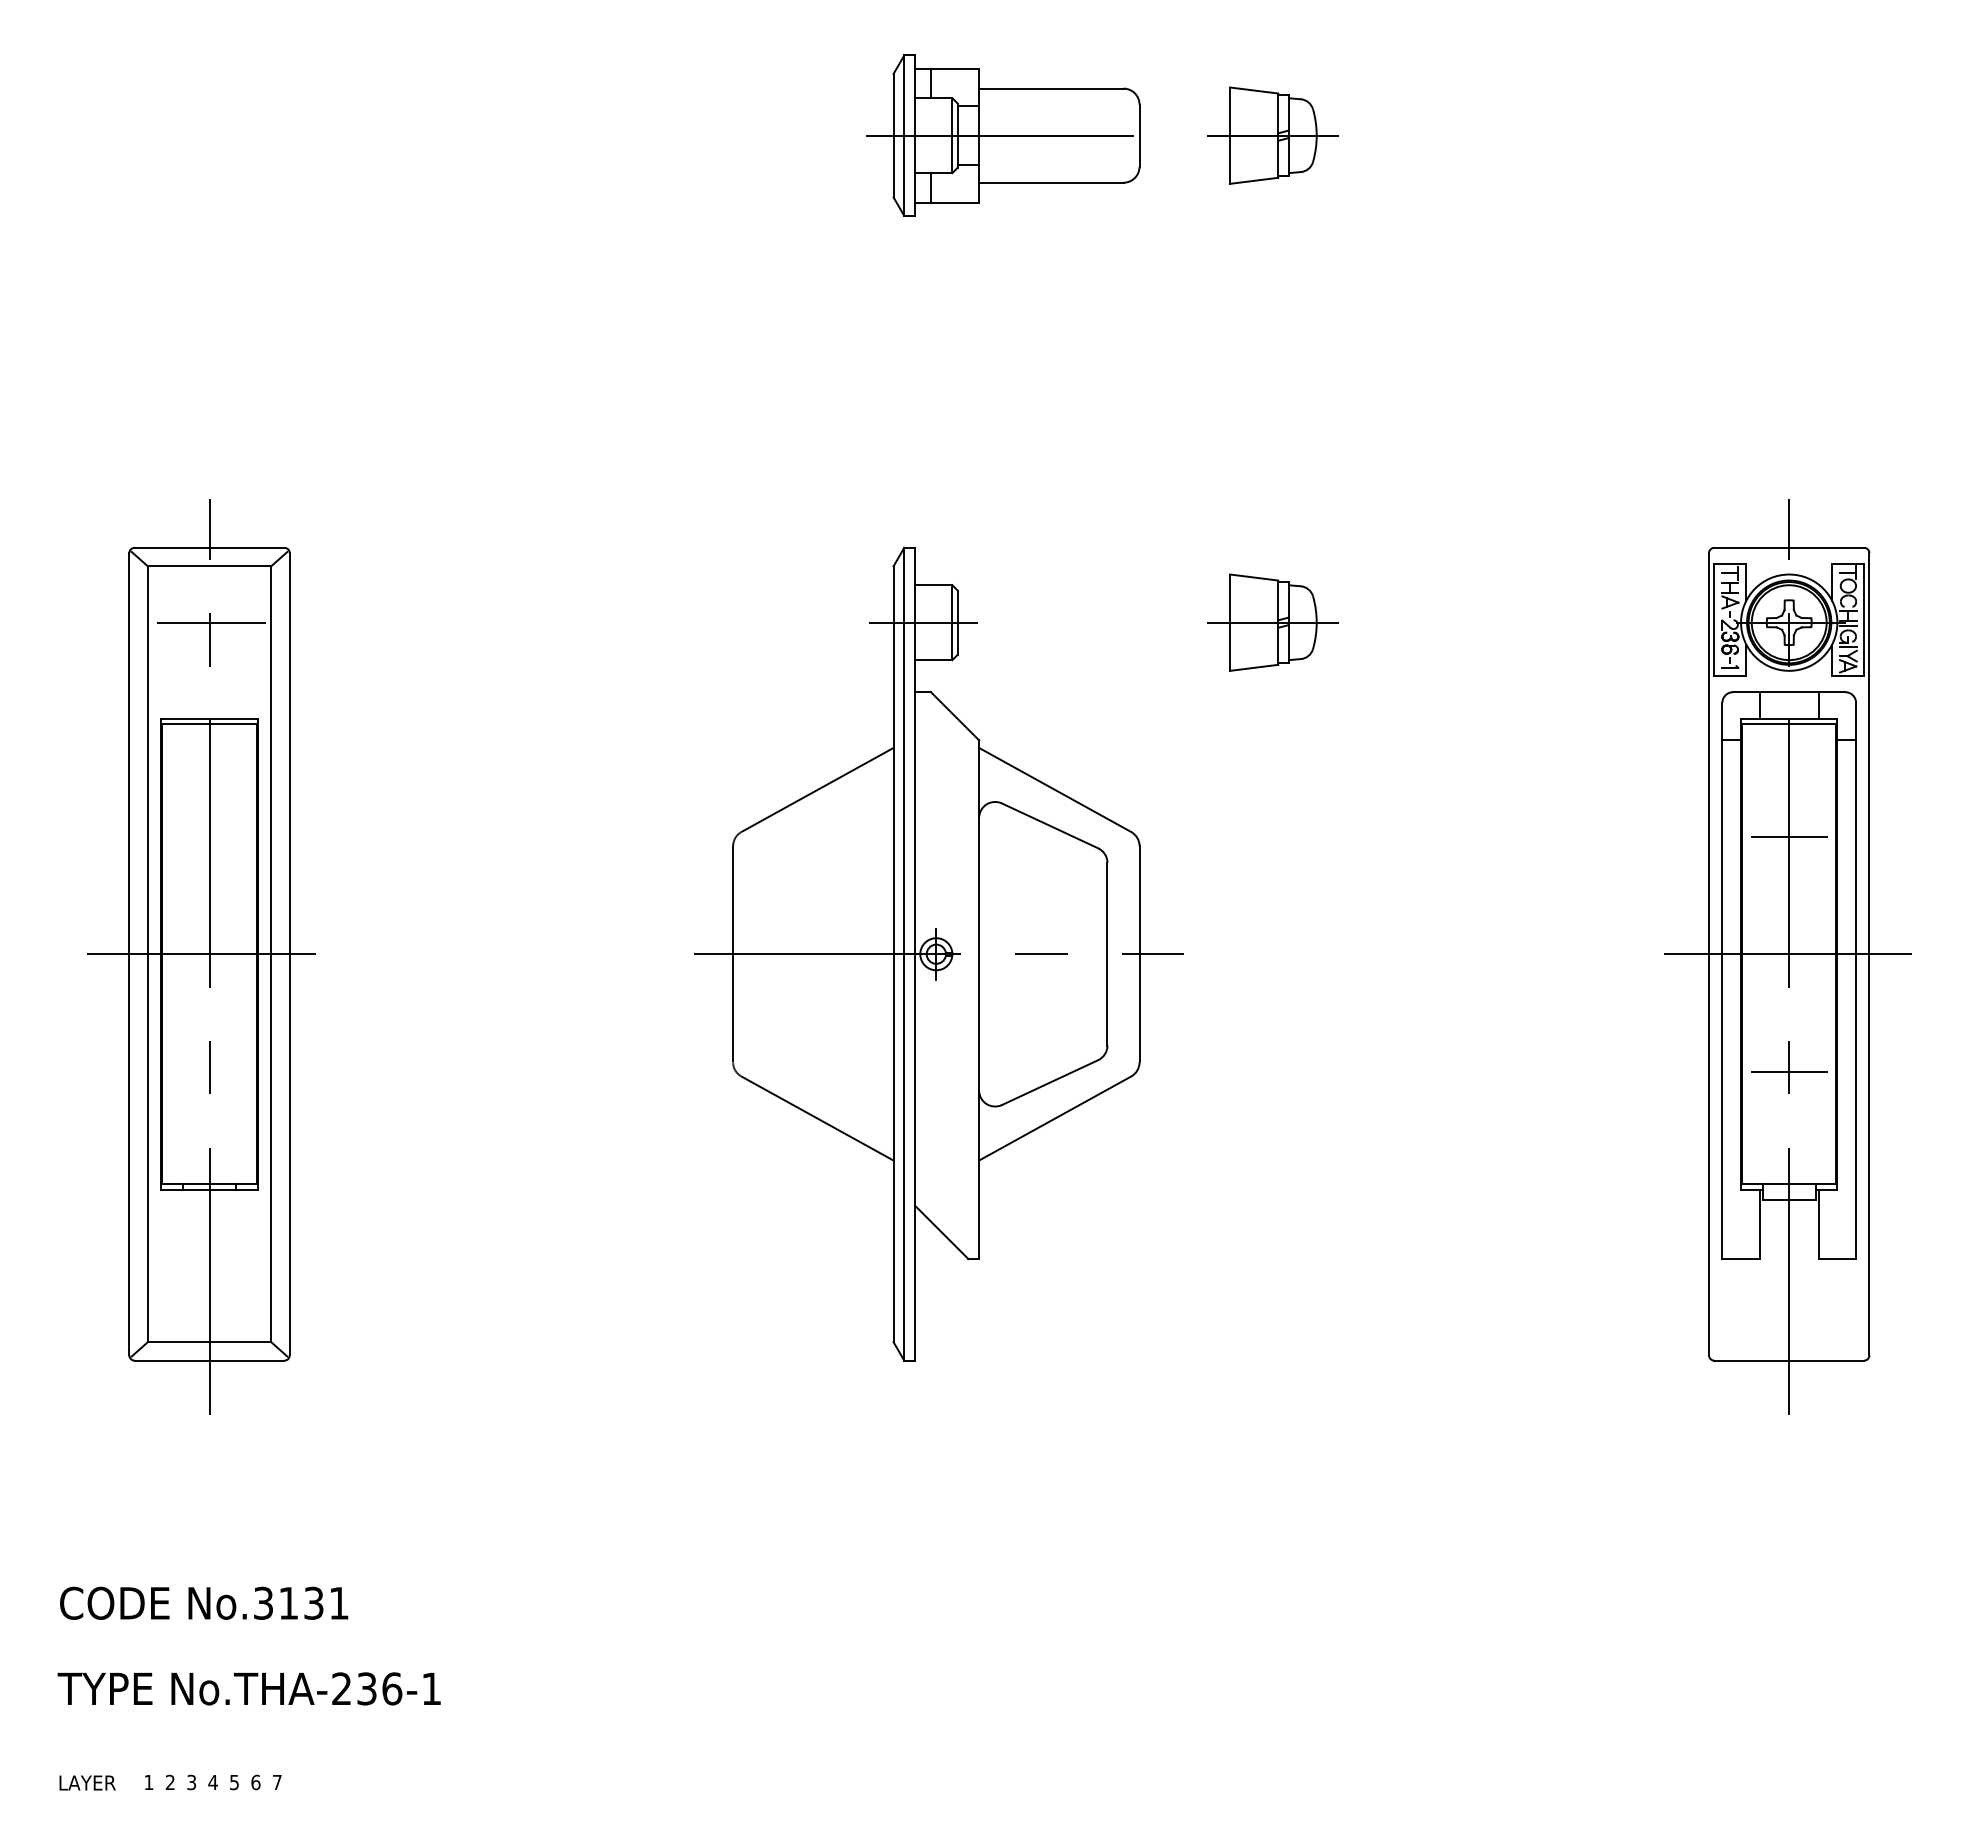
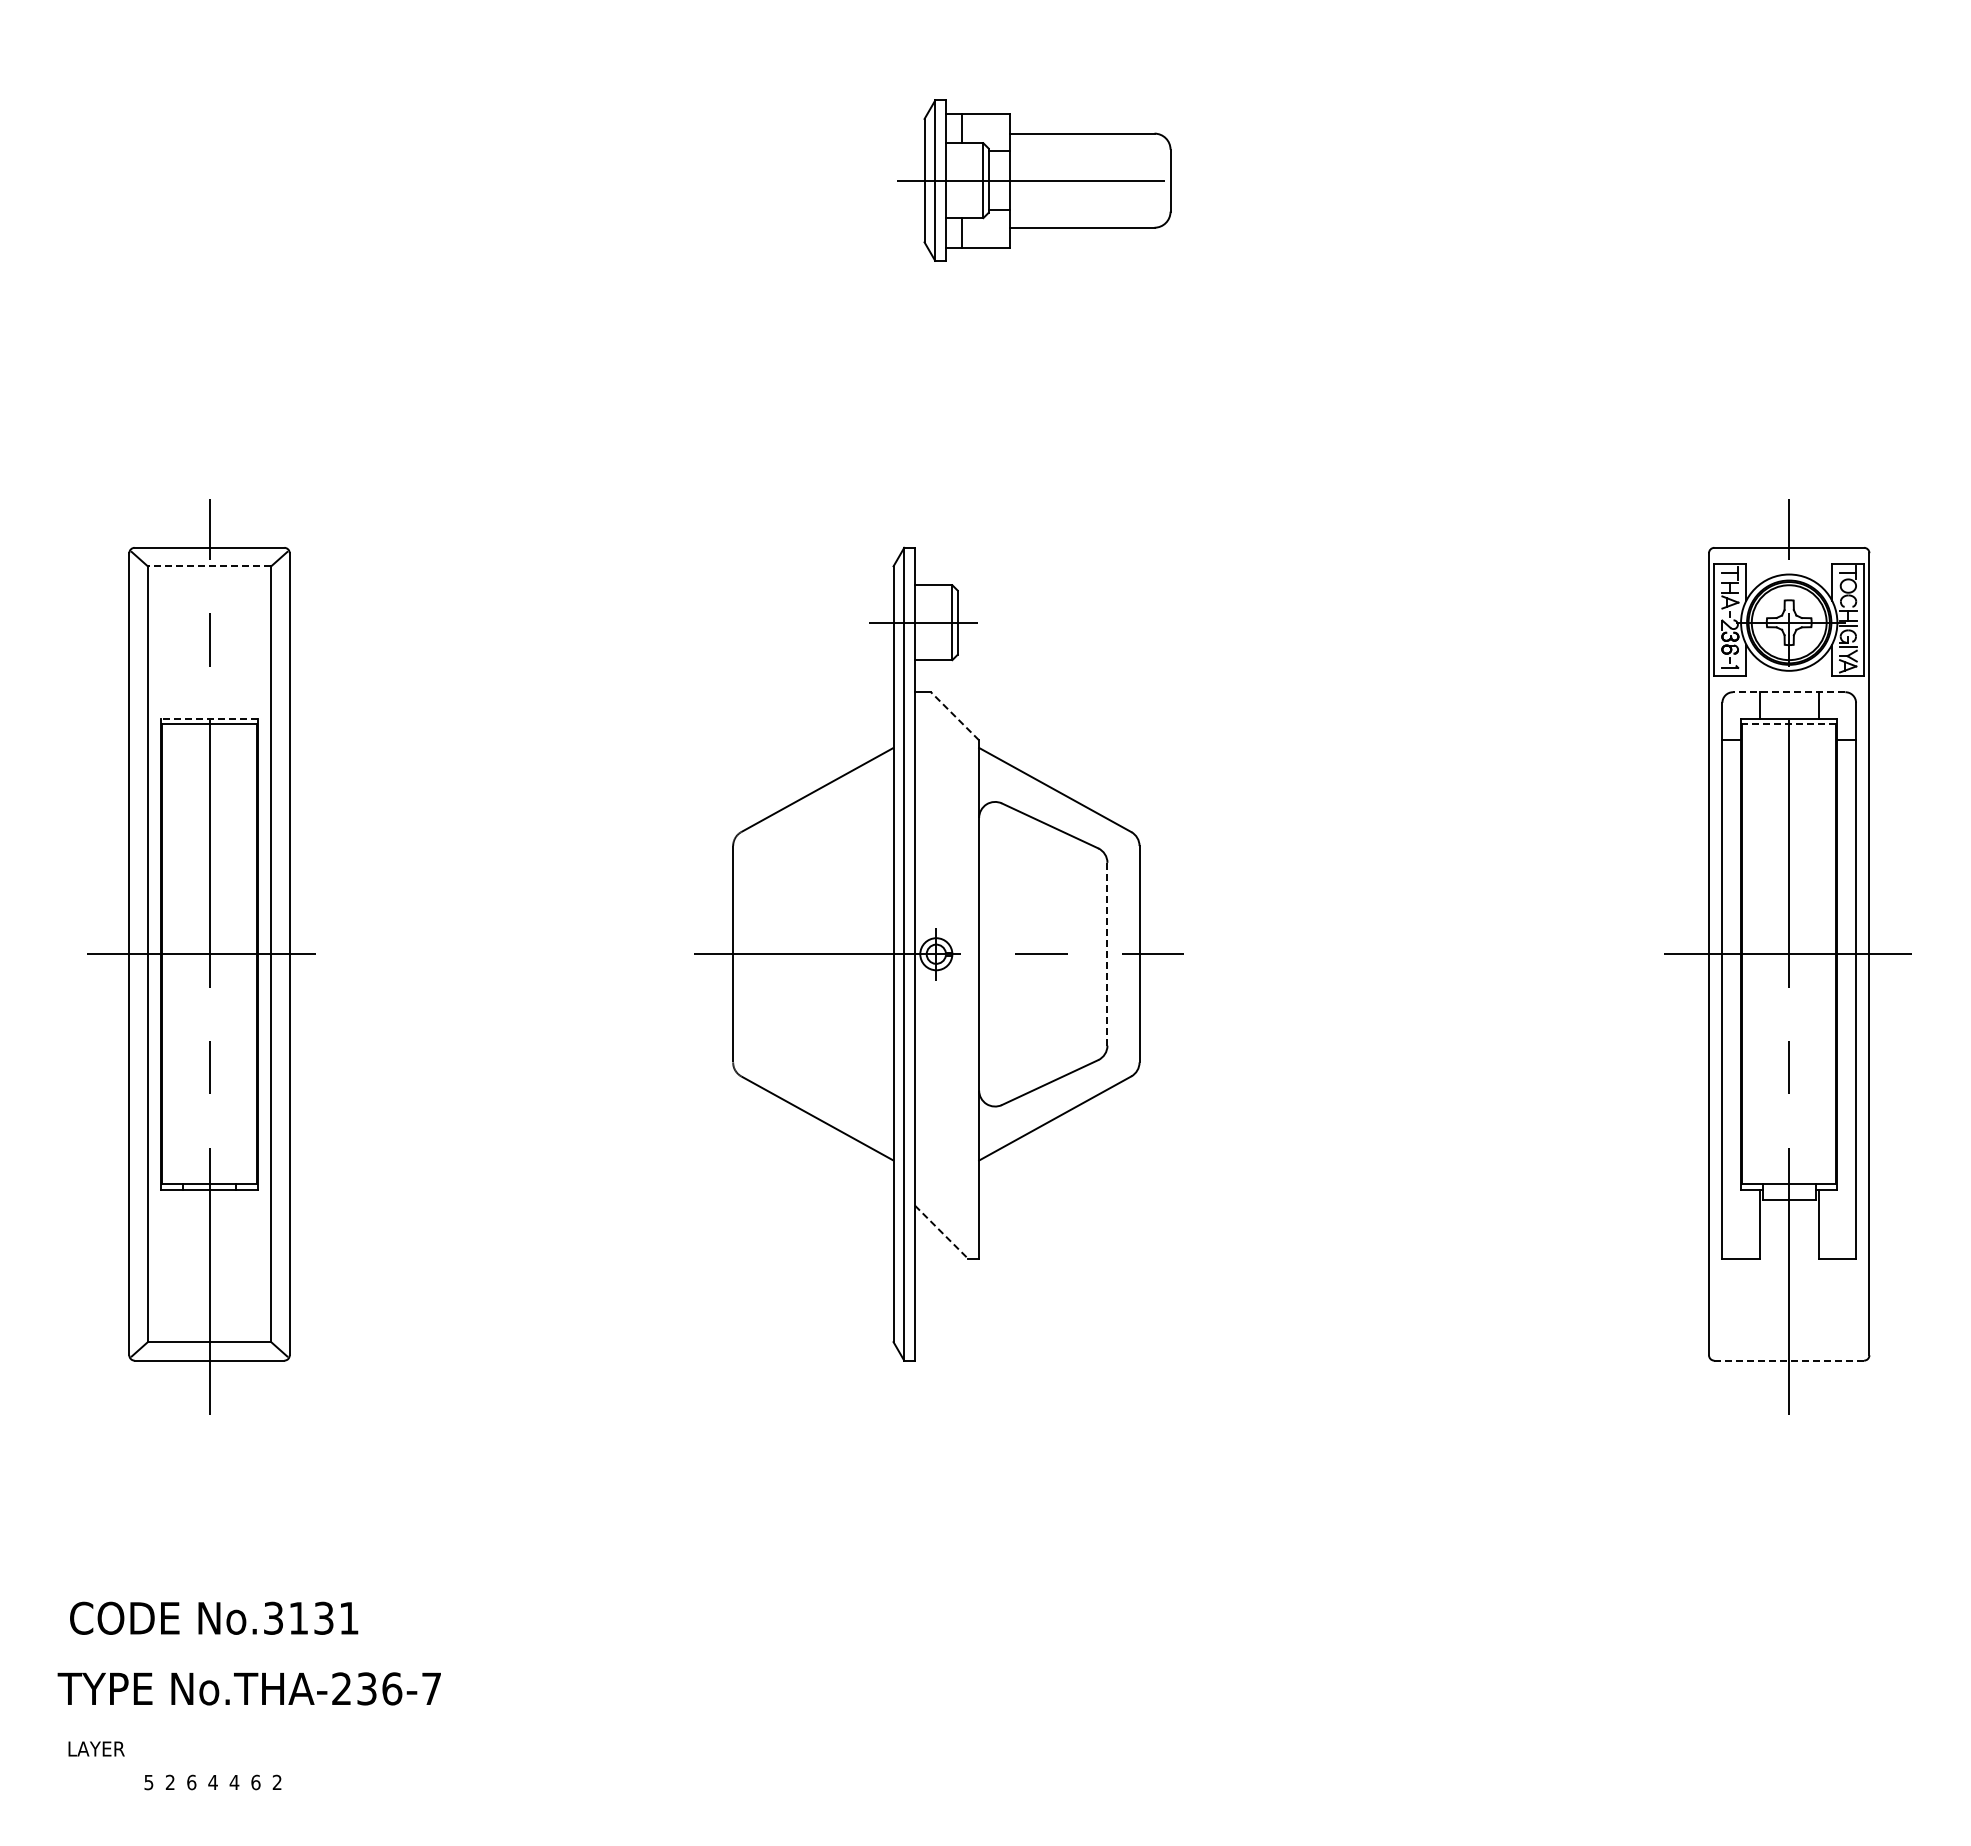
part at (1003, 135) position: (1003, 135) -> (1034, 180)
part at (1272, 135): present -> none
line at (209, 566): solid -> dashed
line at (211, 622): present -> none
part at (1272, 622): present -> none
line at (1788, 692): solid -> dashed
line at (954, 715): solid -> dashed
line at (209, 718): solid -> dashed
line at (1788, 724): solid -> dashed
line at (1788, 836): present -> none
line at (1107, 953): solid -> dashed
line at (1788, 1071): present -> none
line at (941, 1232): solid -> dashed
line at (1789, 1360): solid -> dashed
text at (204, 1602) position: (204, 1602) -> (214, 1617)
text at (431, 1688): No.THA-236-1 -> No.THA-236-7
text at (276, 1781): 7 -> 2
text at (87, 1782) position: (87, 1782) -> (96, 1748)
text at (148, 1782): 1 -> 5
text at (191, 1782): 3 -> 6
text at (234, 1782): 5 -> 4
